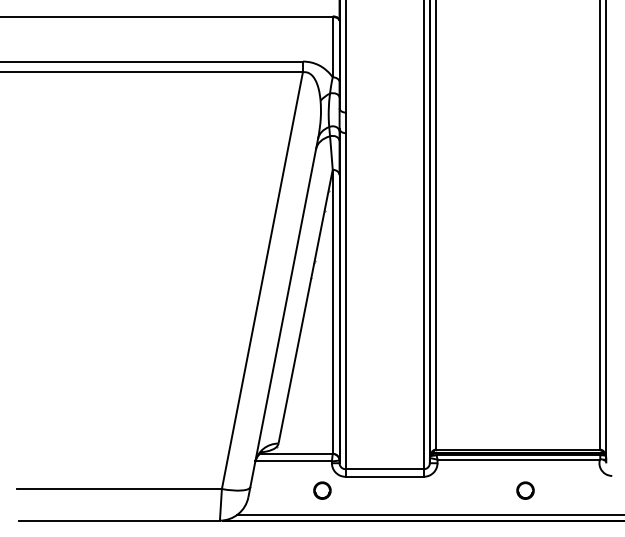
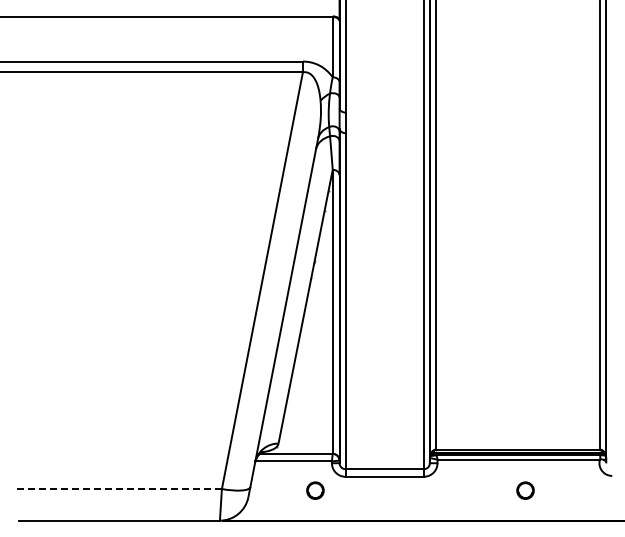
line at (119, 489): solid -> dashed
part at (322, 490) position: (322, 490) -> (315, 490)
line at (428, 515): present -> none
